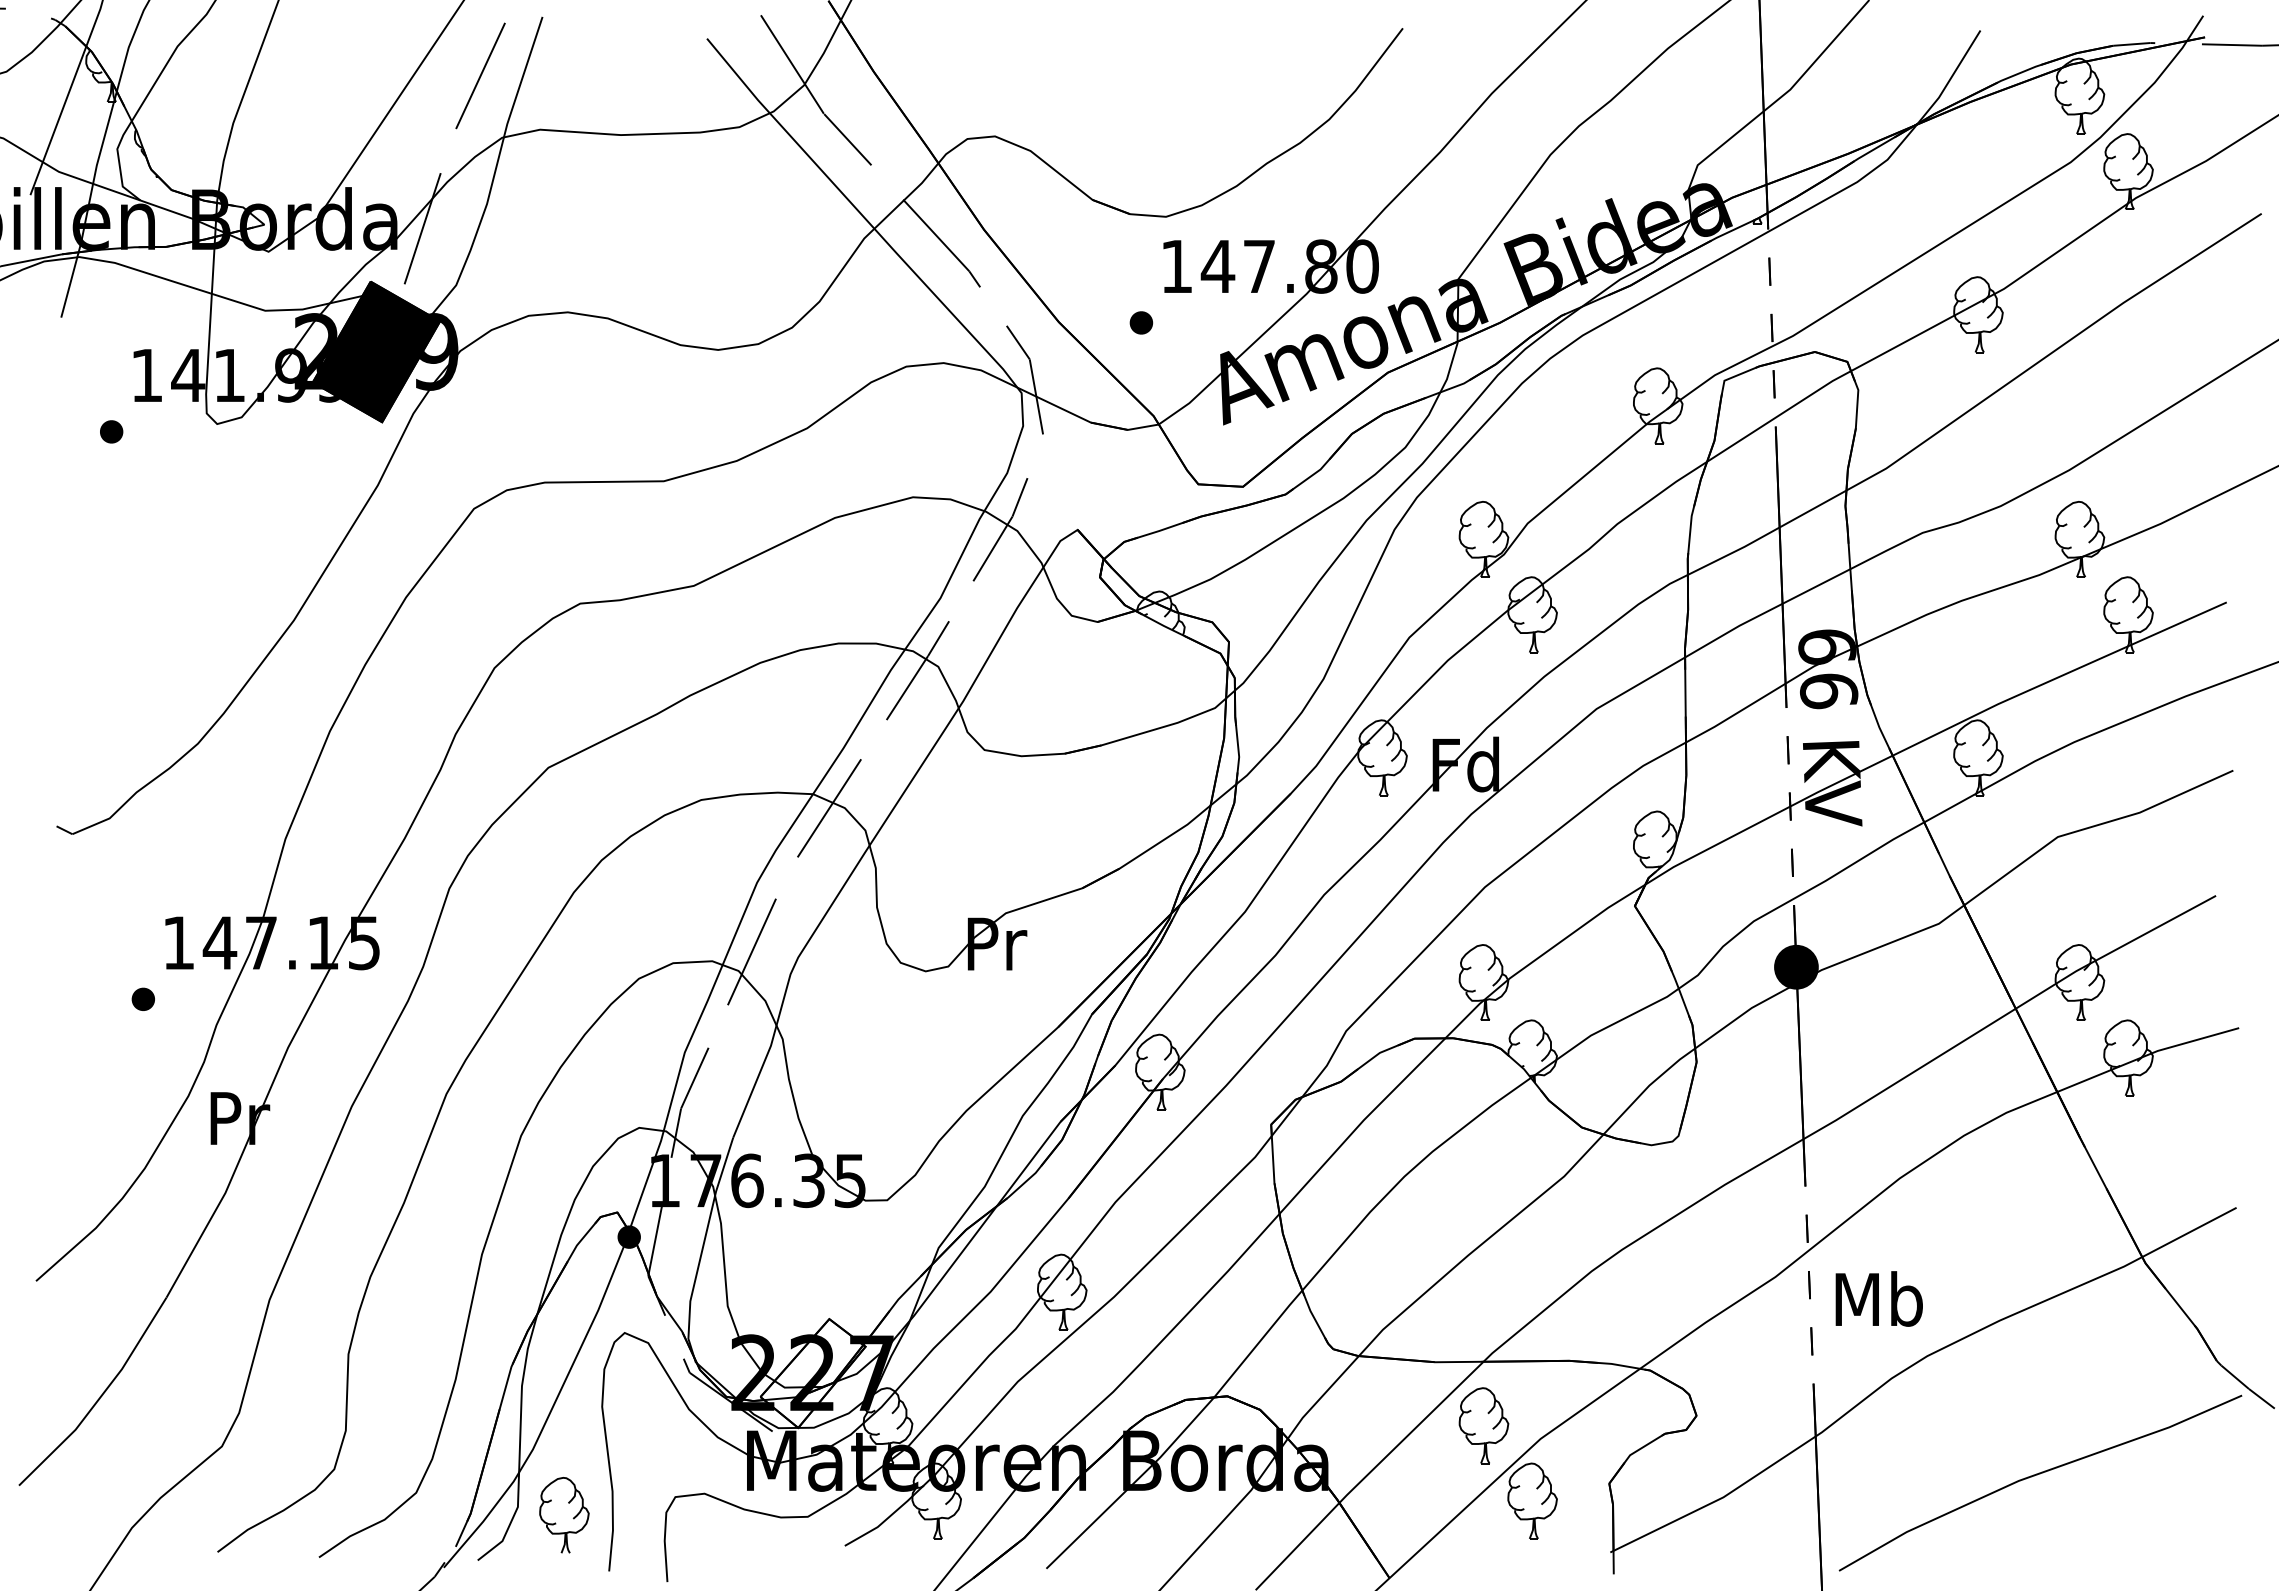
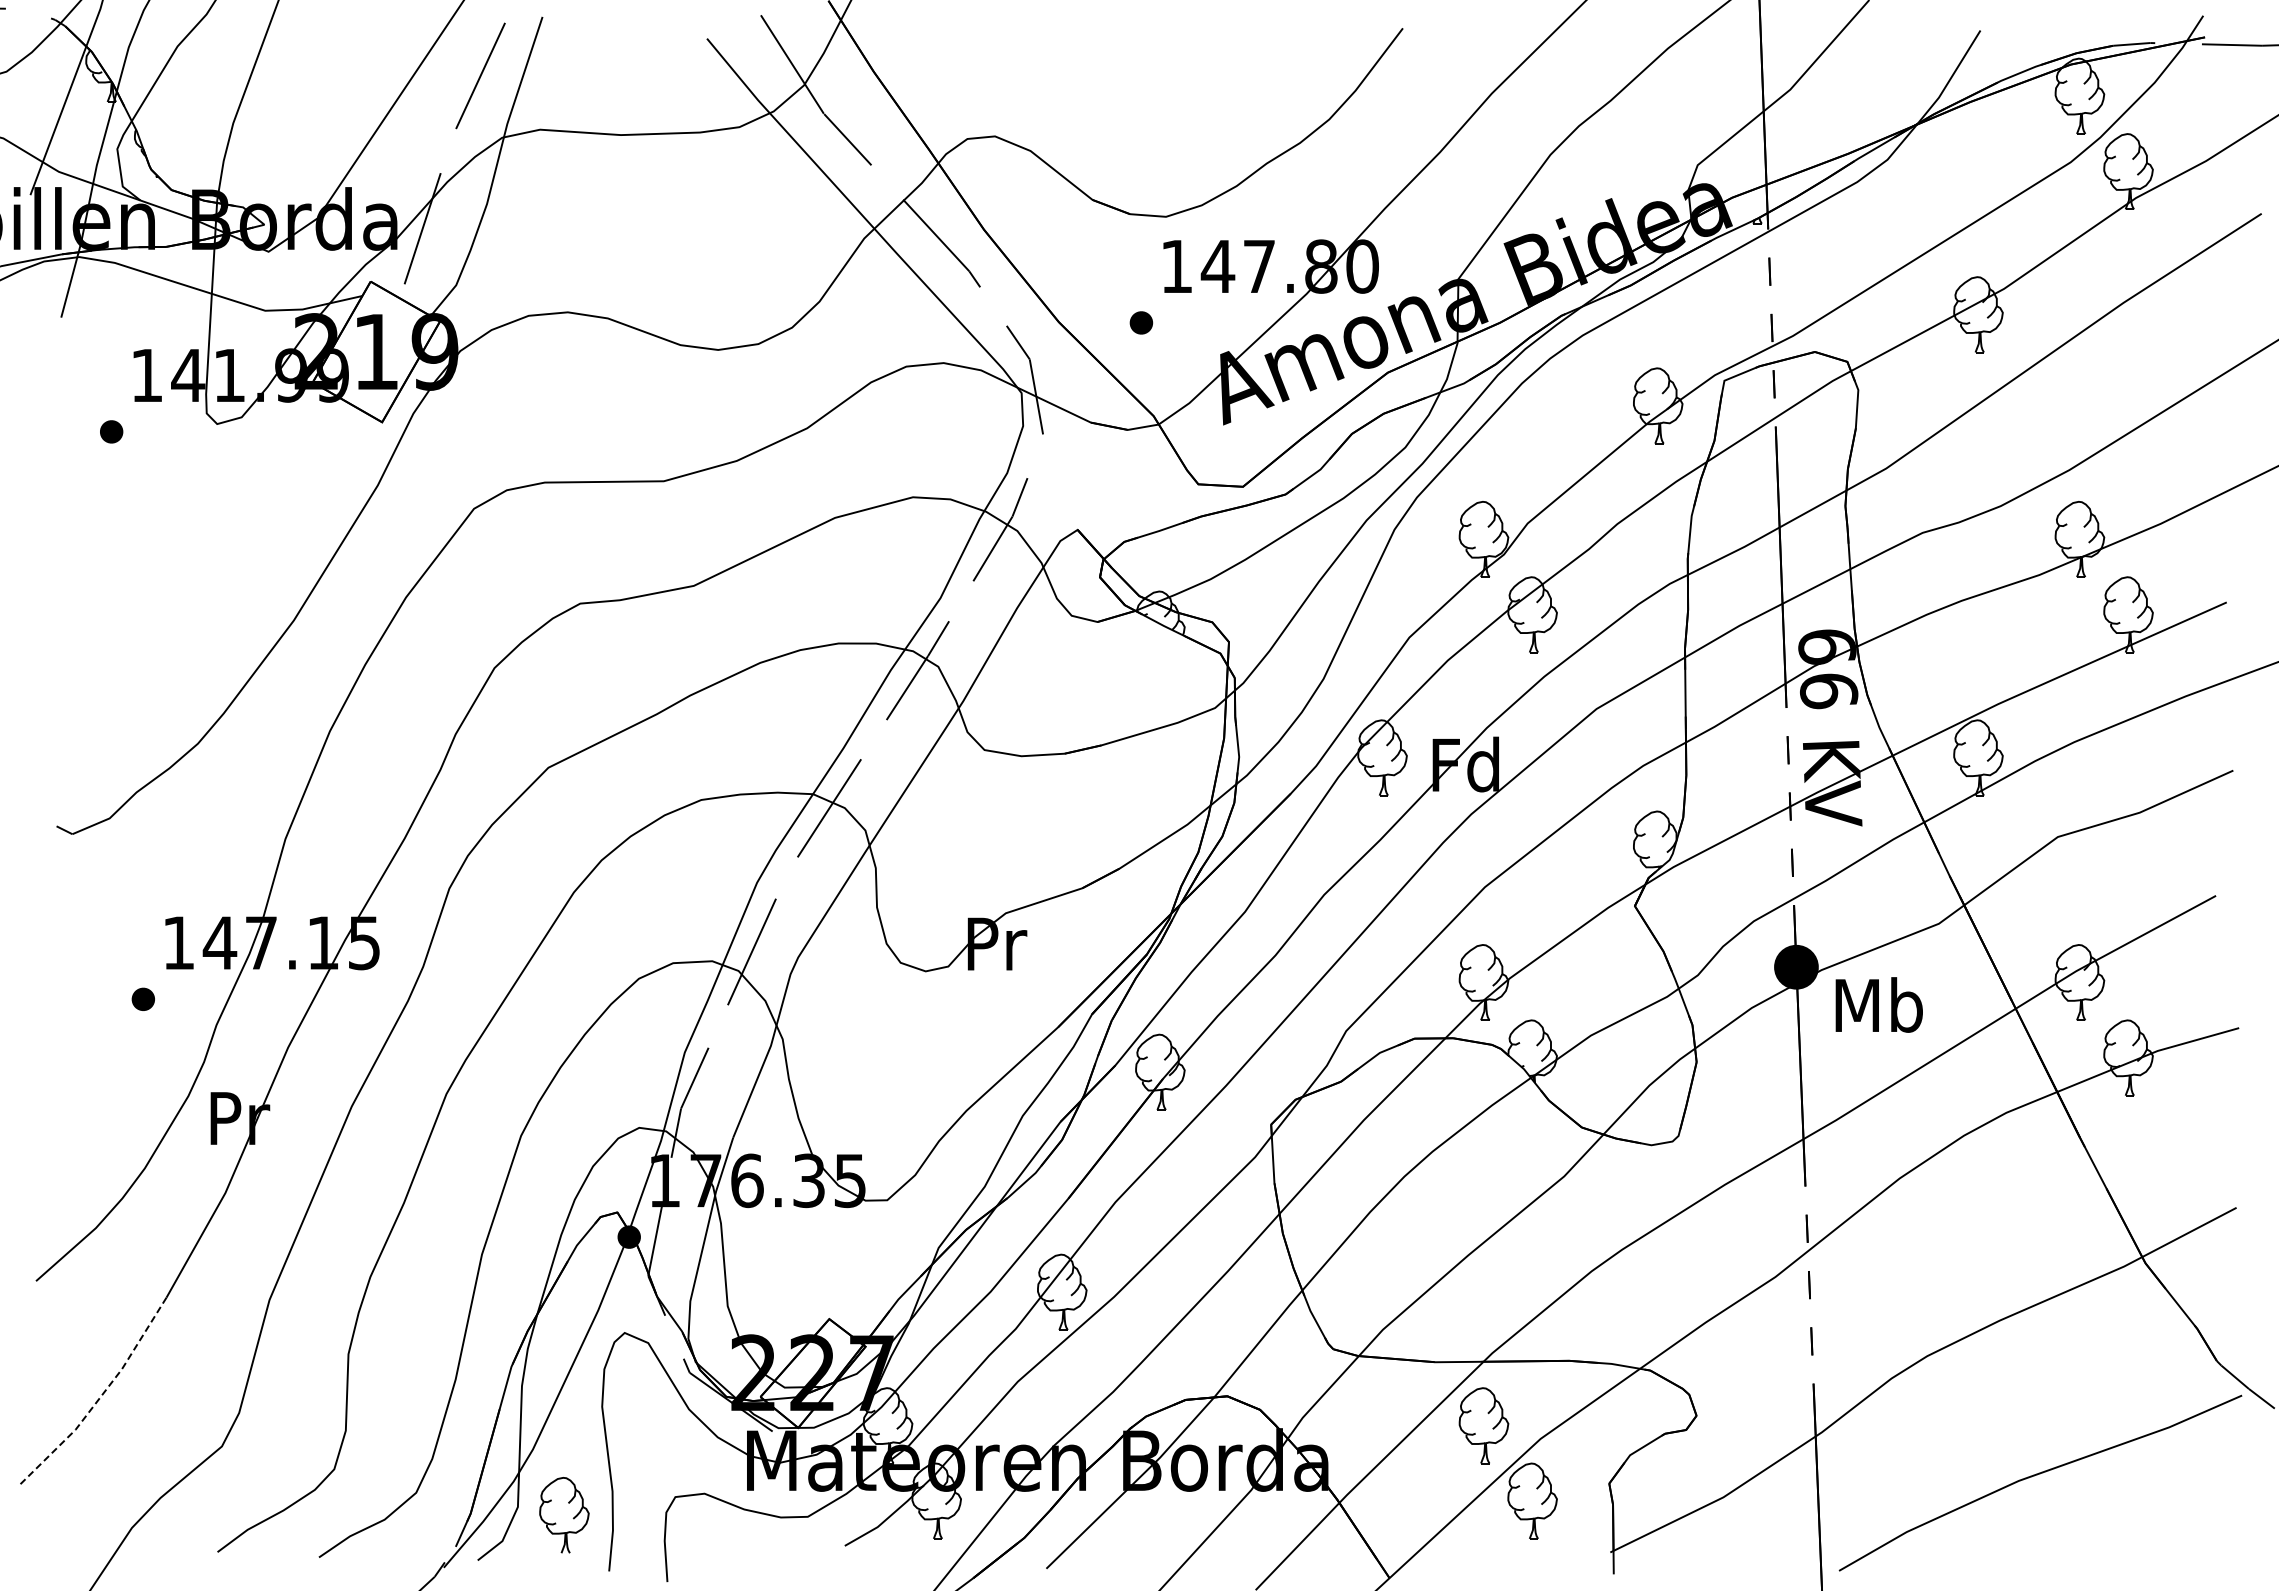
fill at (376, 351): present -> none
text at (1878, 1298) position: (1878, 1298) -> (1878, 1004)
line at (100, 1397): solid -> dashed
